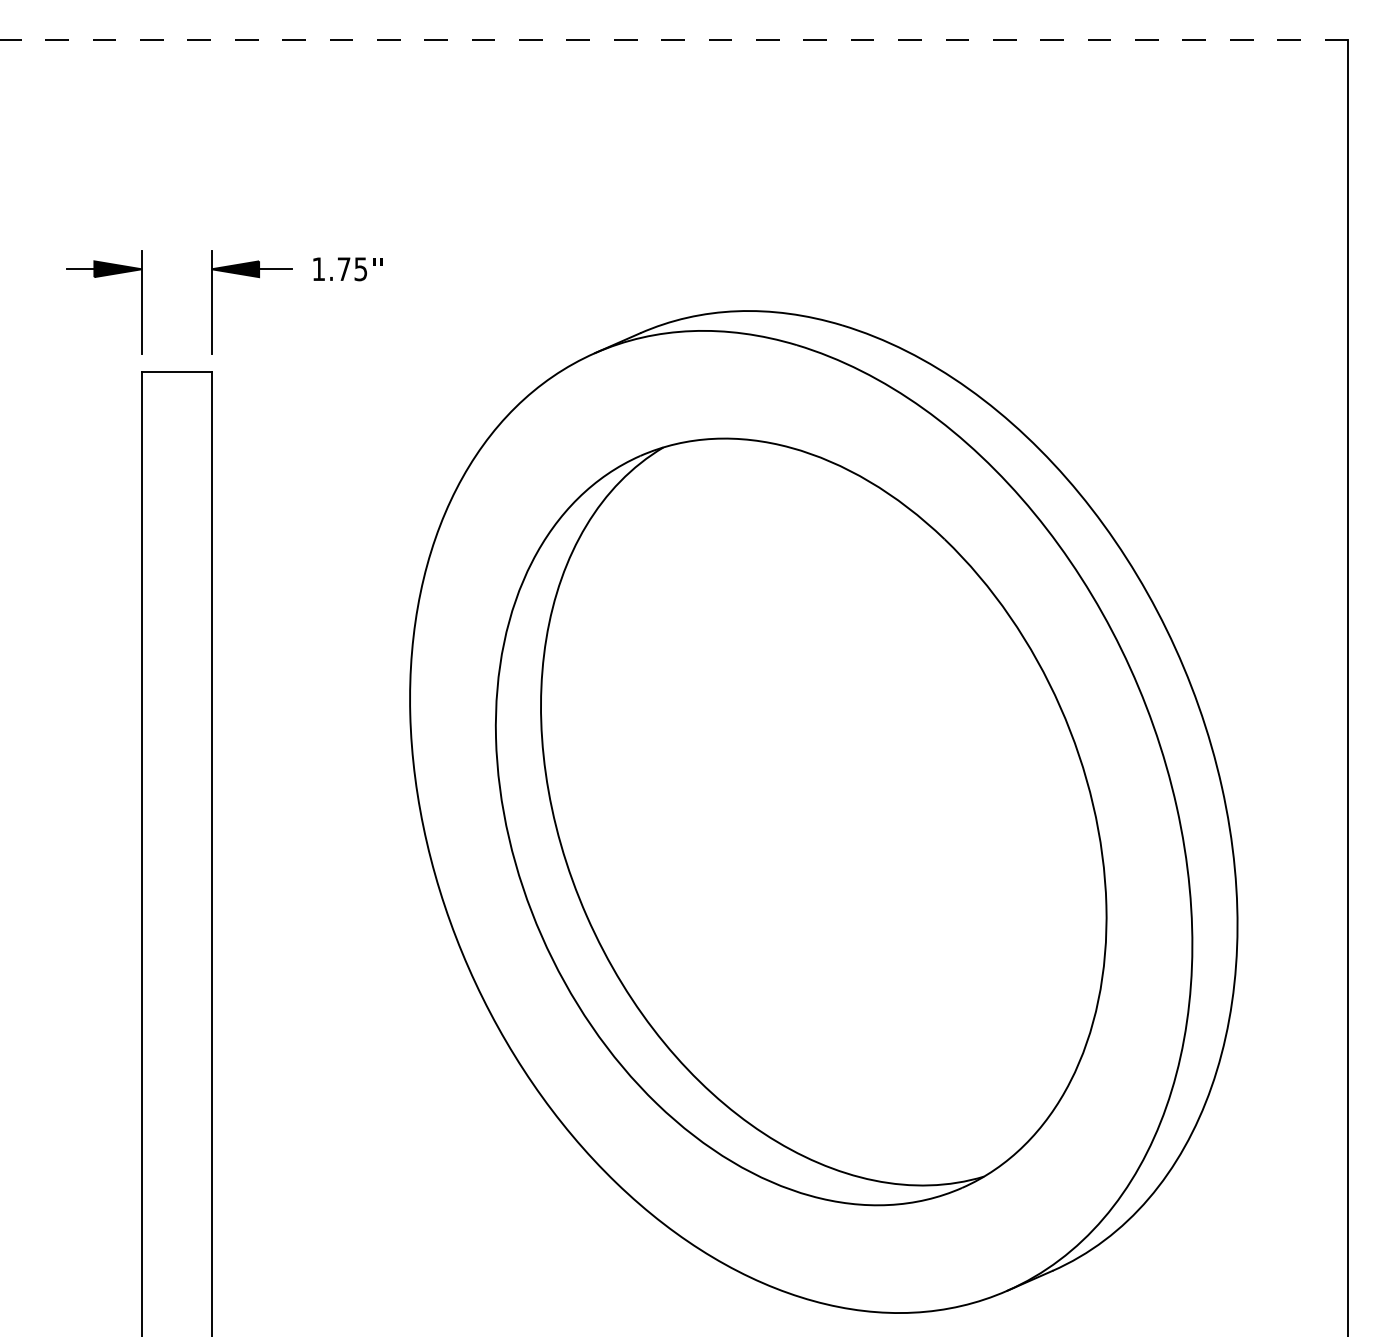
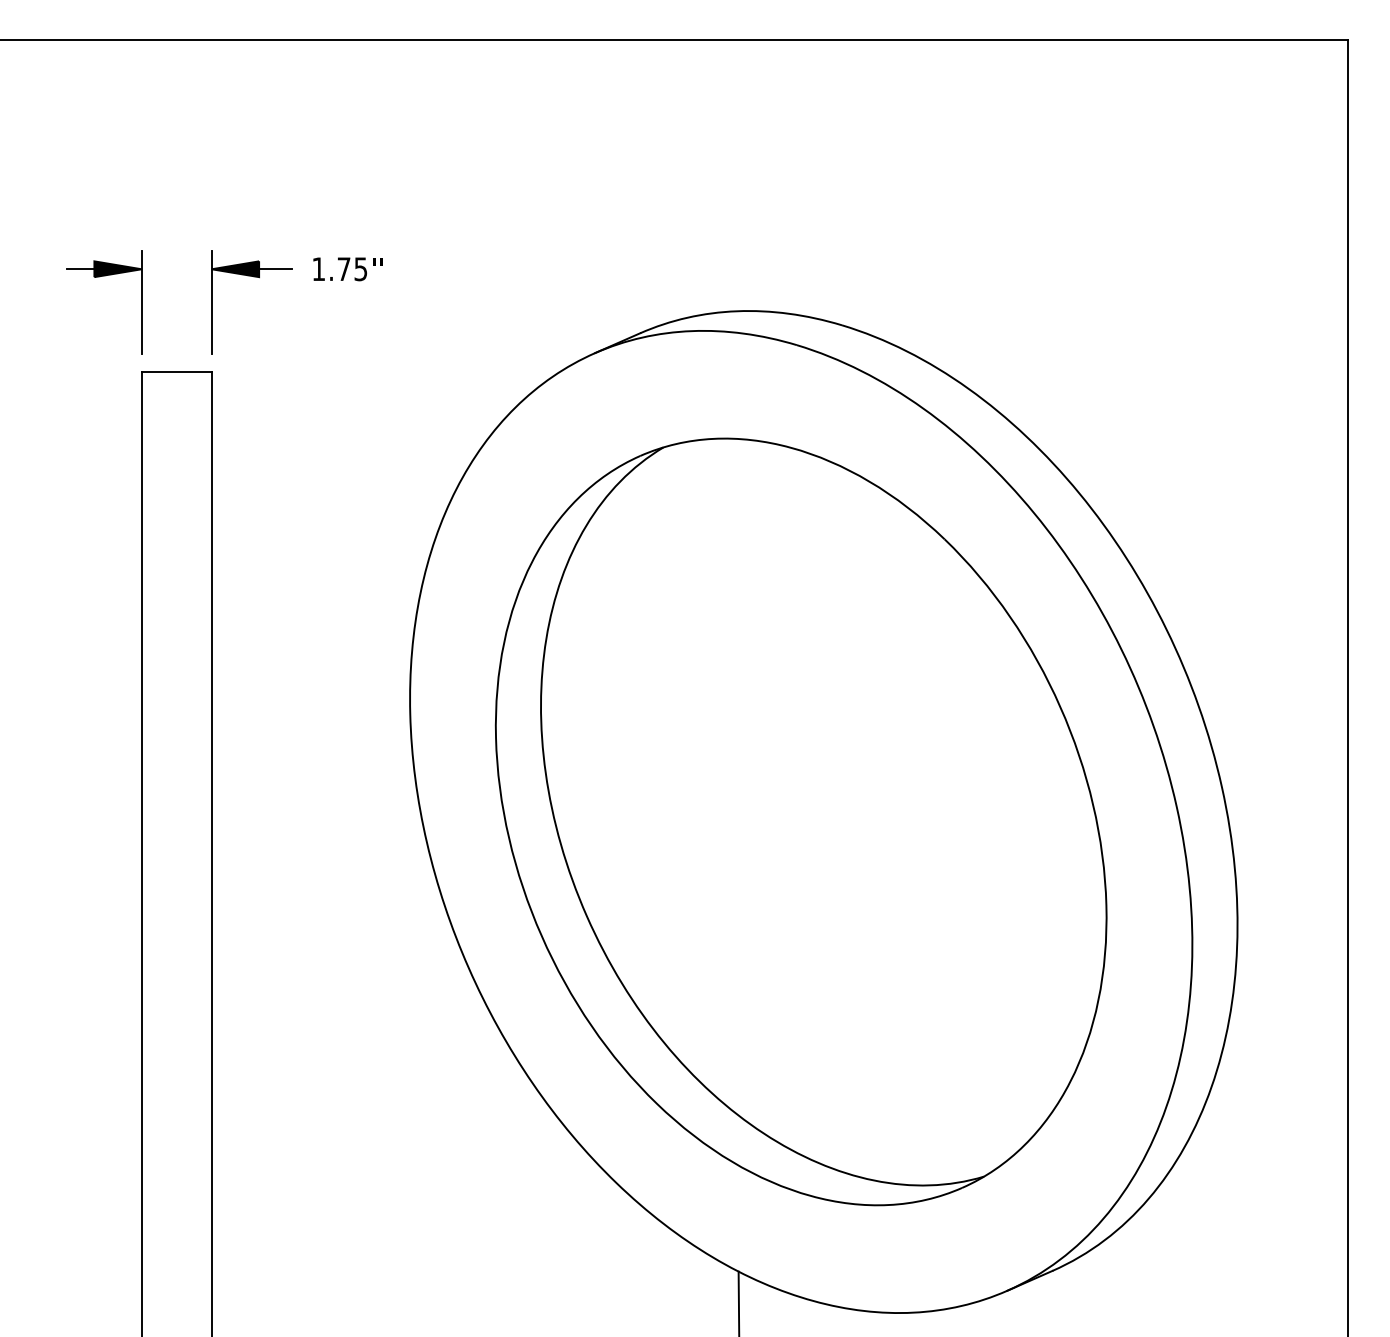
line at (674, 39): dashed -> solid
line at (738, 1302): none -> present
